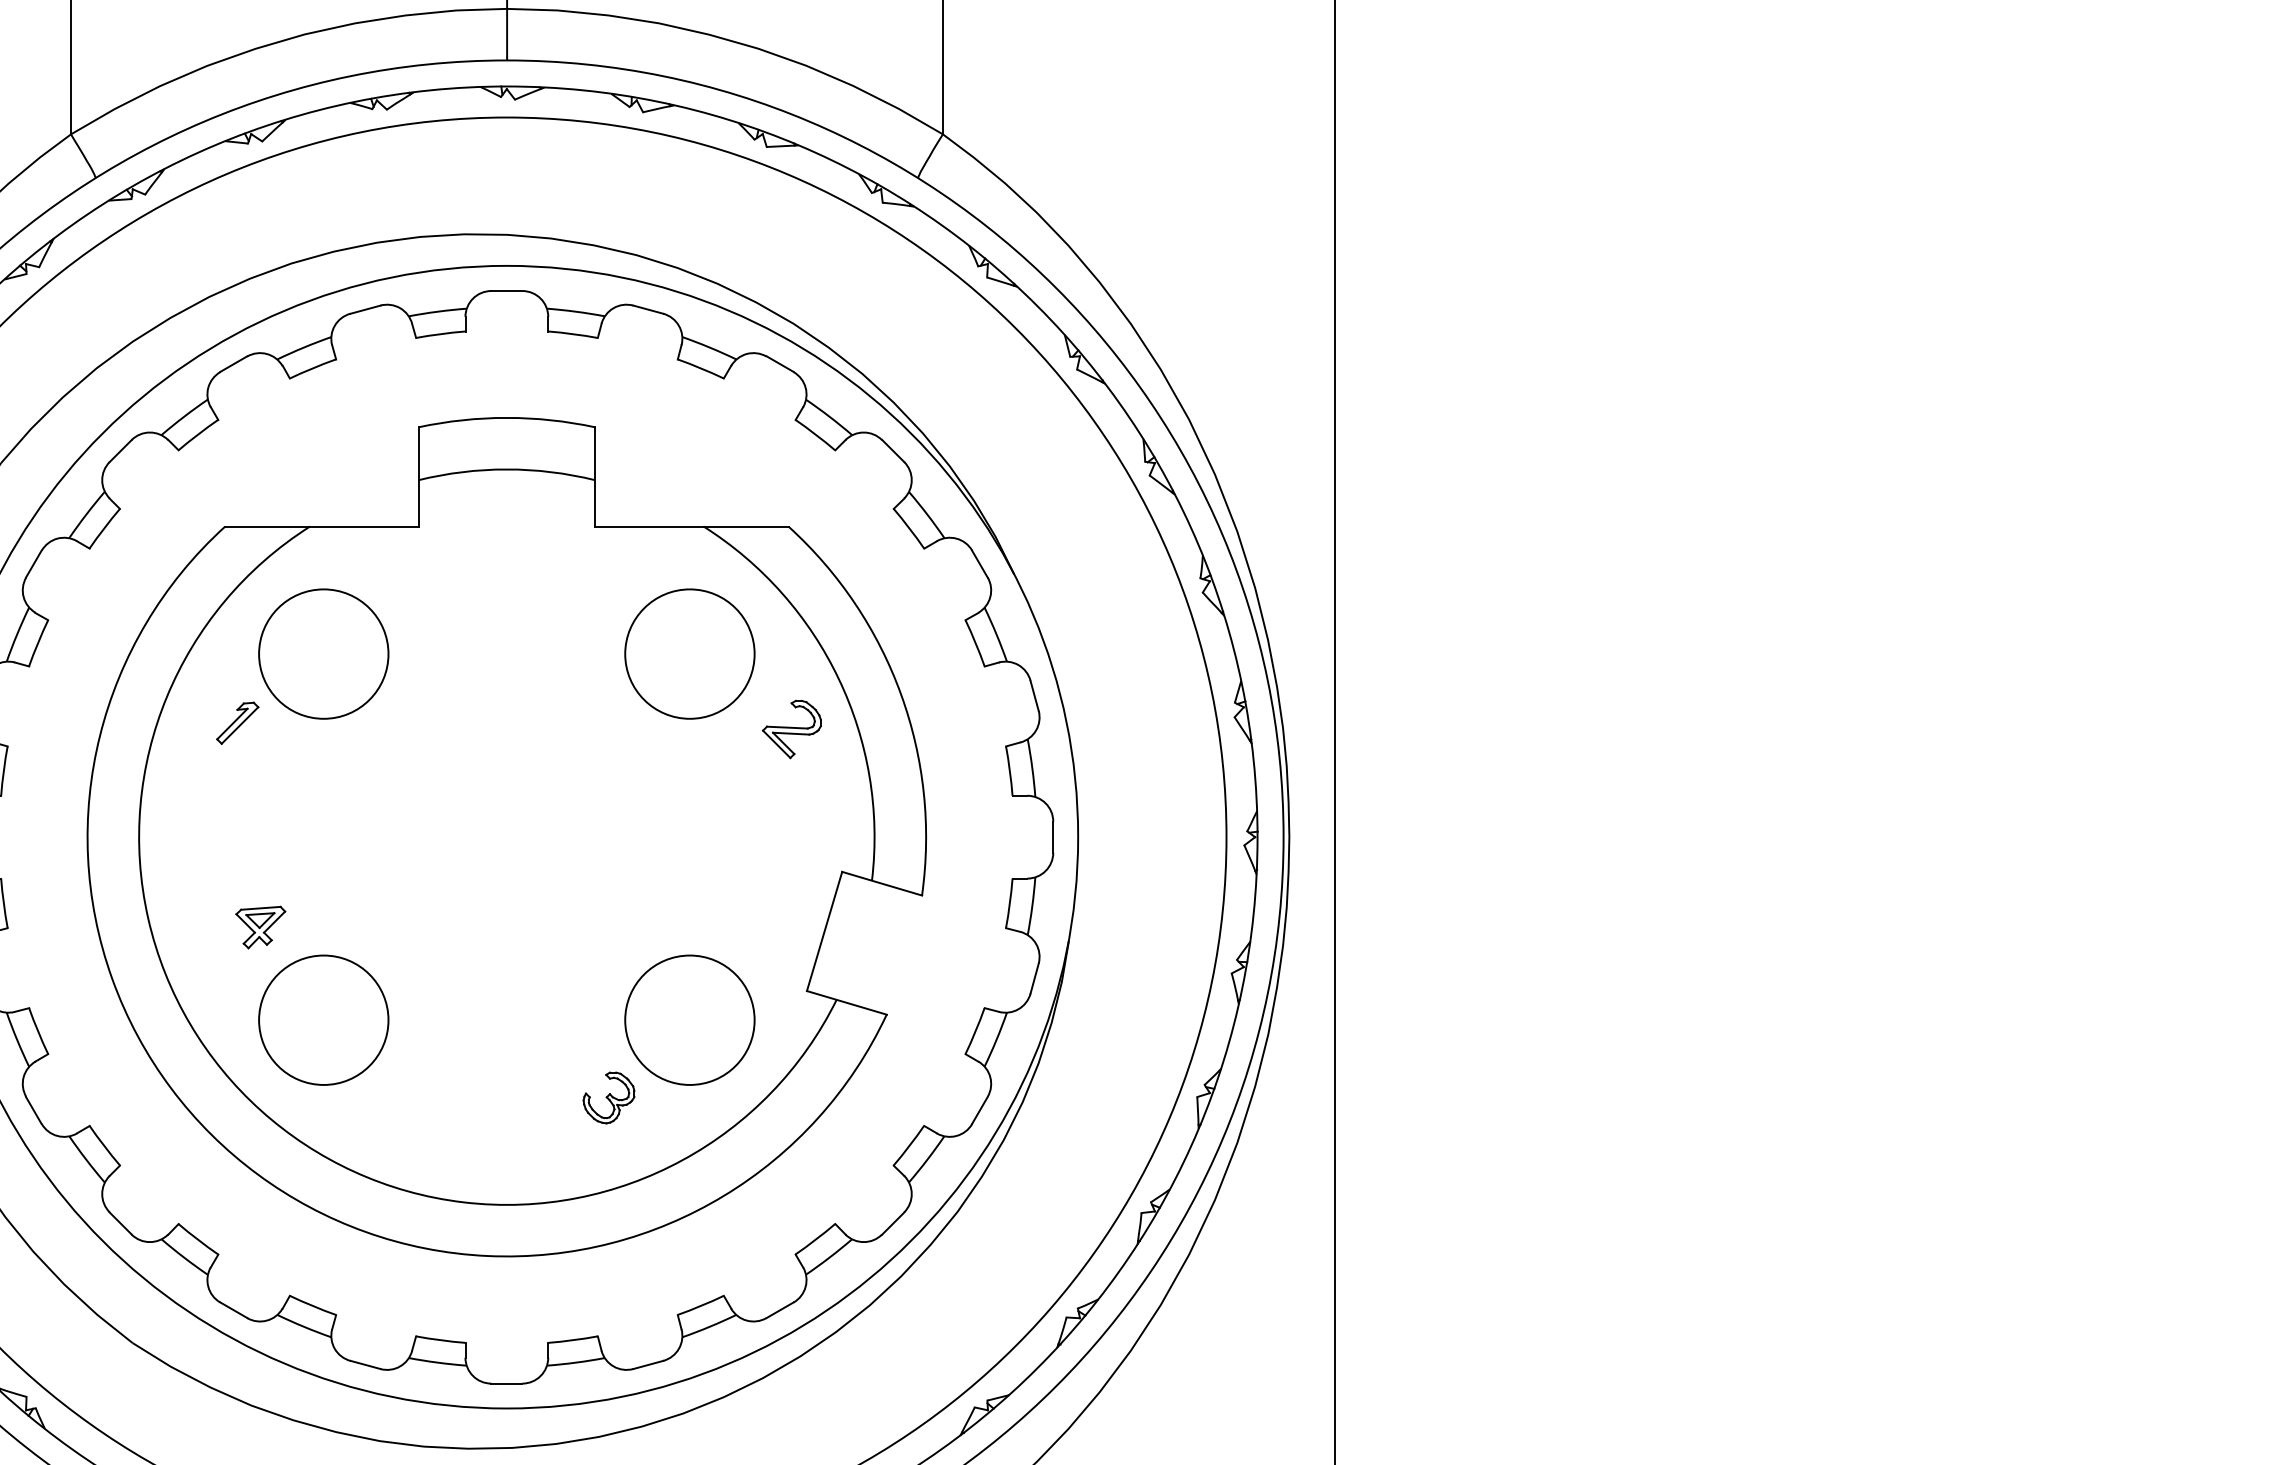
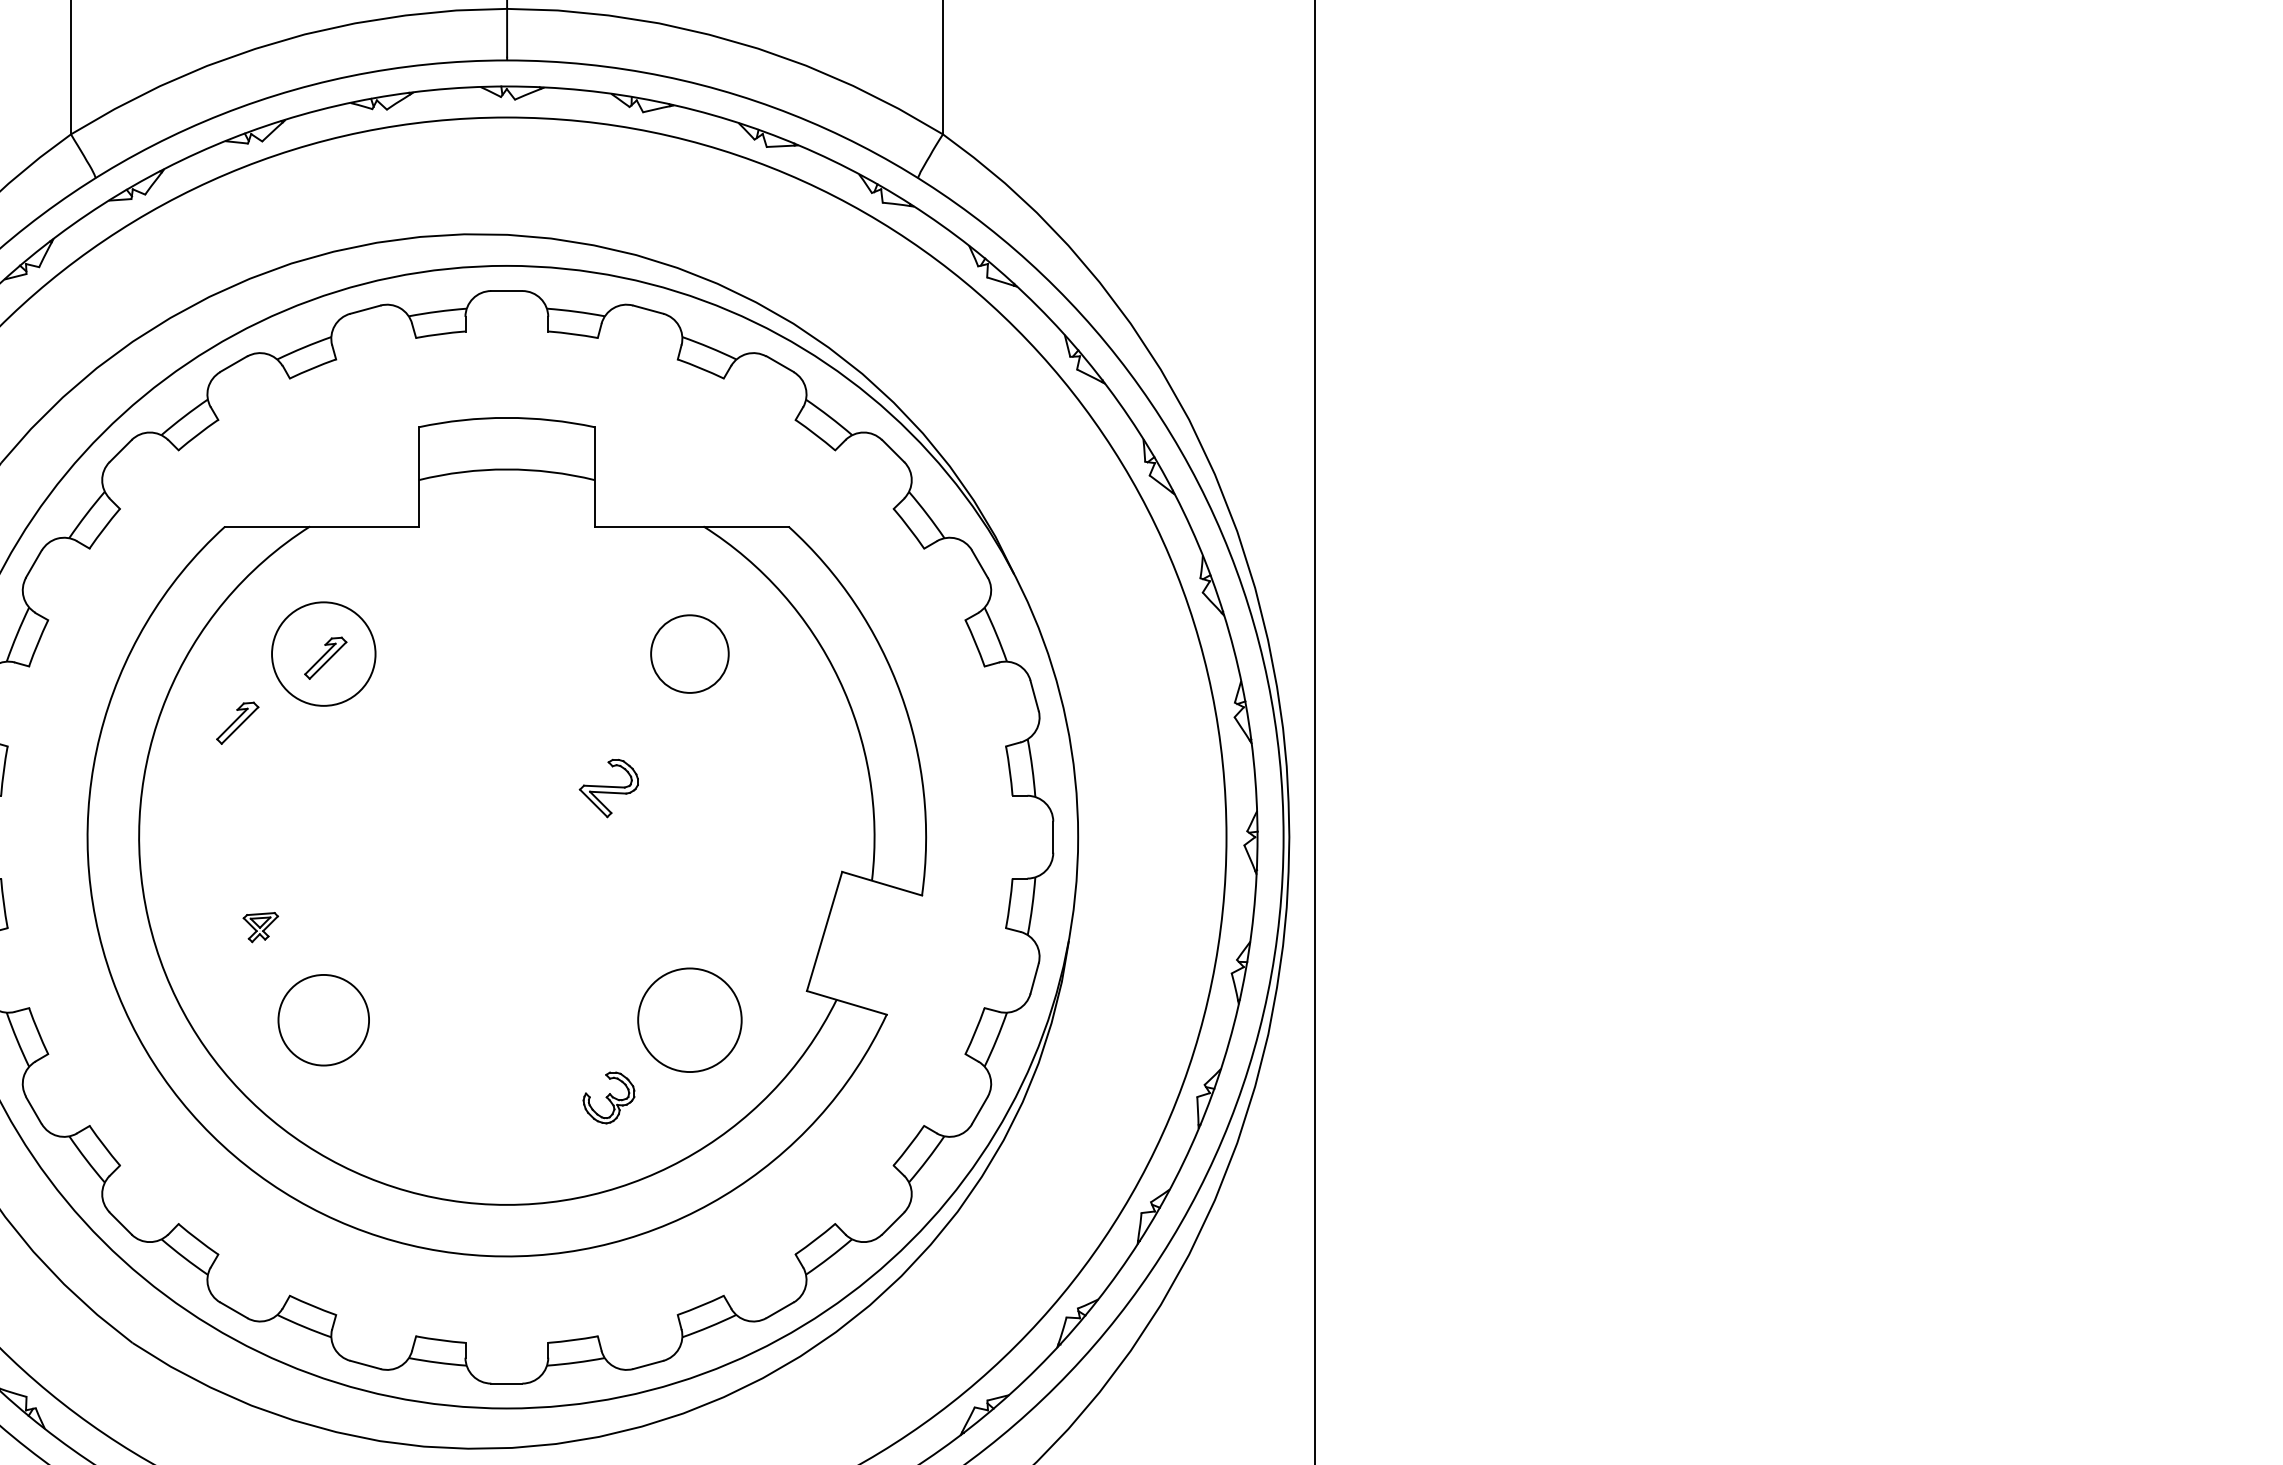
circle at (323, 653) diameter: 129 px -> 104 px
circle at (689, 653) diameter: 129 px -> 78 px
part at (325, 657): none -> present
part at (791, 729) position: (791, 729) -> (608, 788)
line at (1335, 731) position: (1335, 731) -> (1315, 731)
part at (260, 927) size: 52x45 px -> 38x32 px
circle at (323, 1019) diameter: 129 px -> 91 px
circle at (689, 1019) diameter: 129 px -> 104 px
